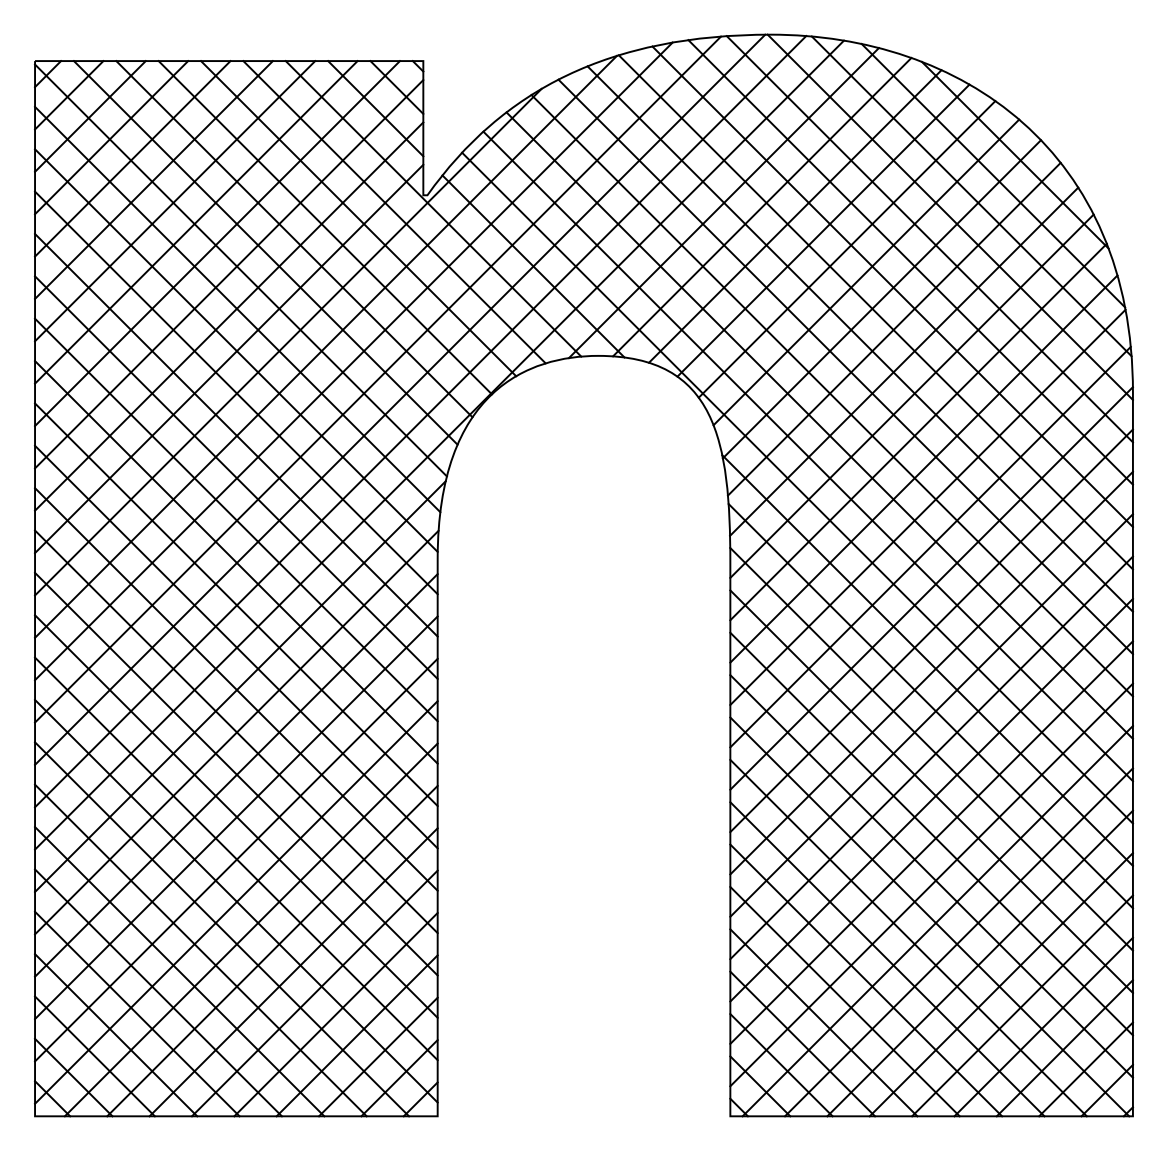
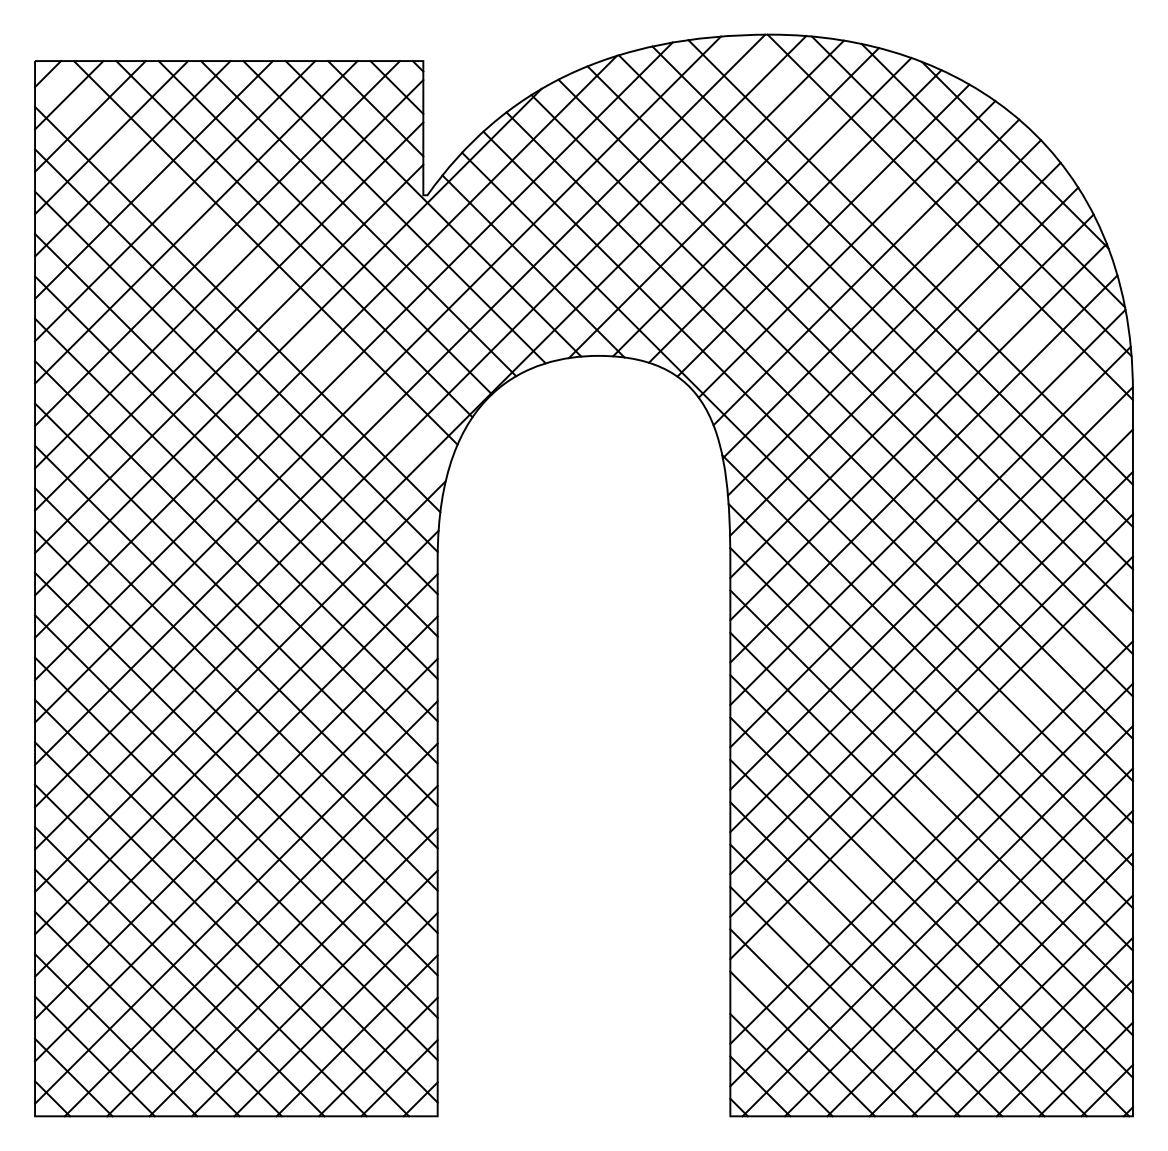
line at (929, 239): present -> none
line at (240, 270): present -> none
line at (931, 799): present -> none
